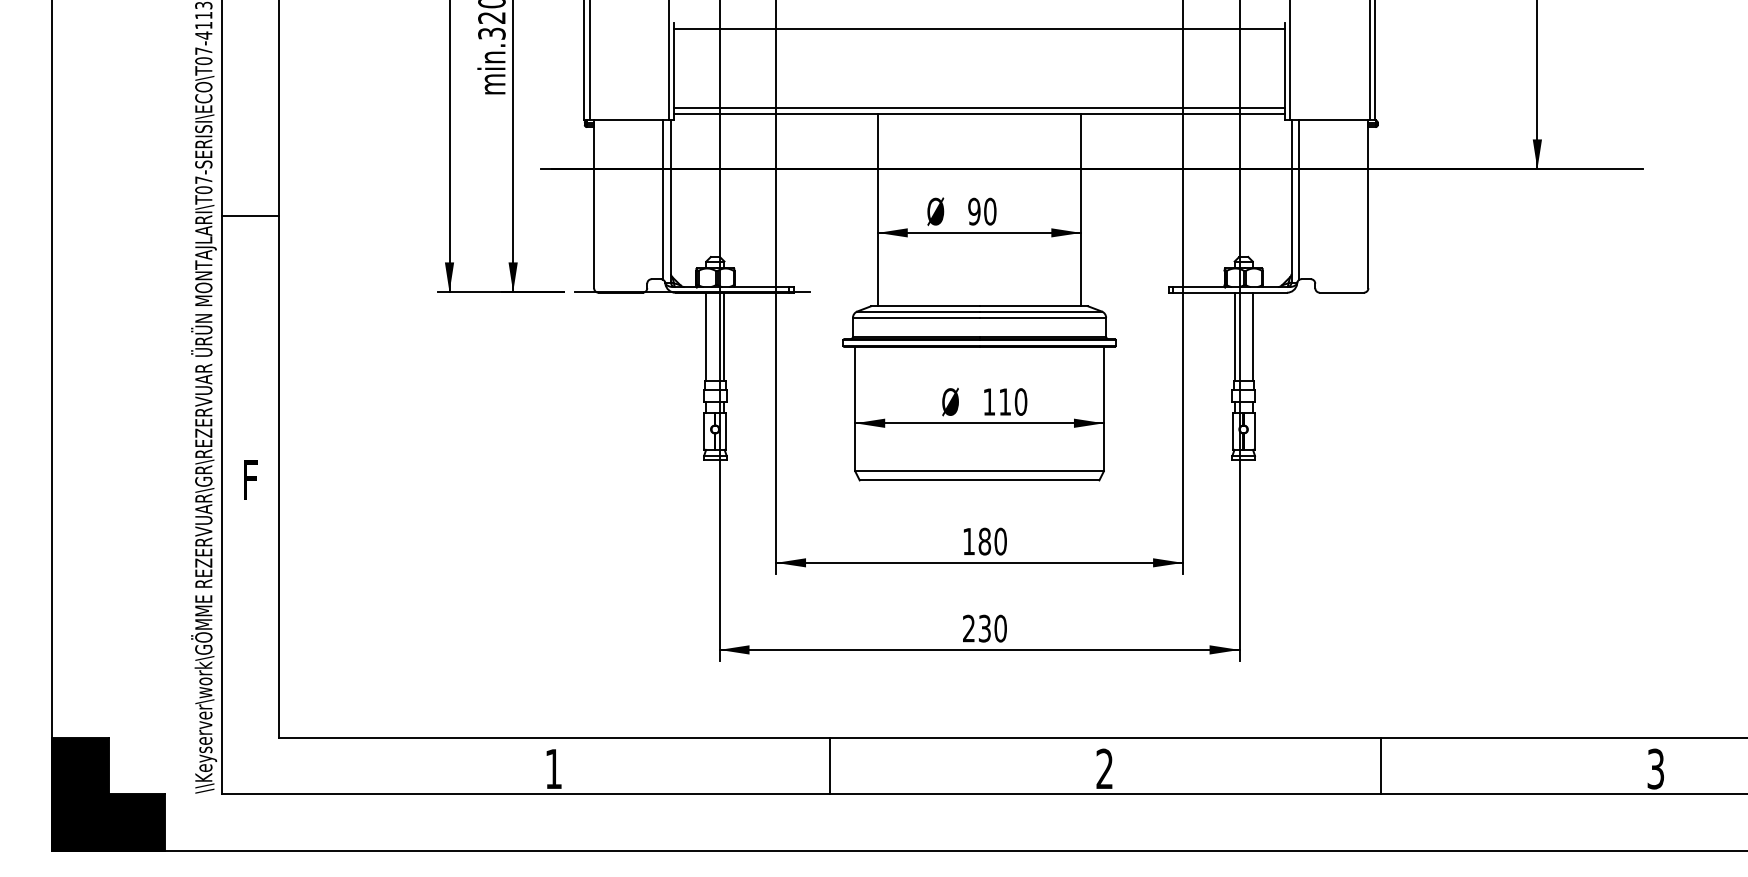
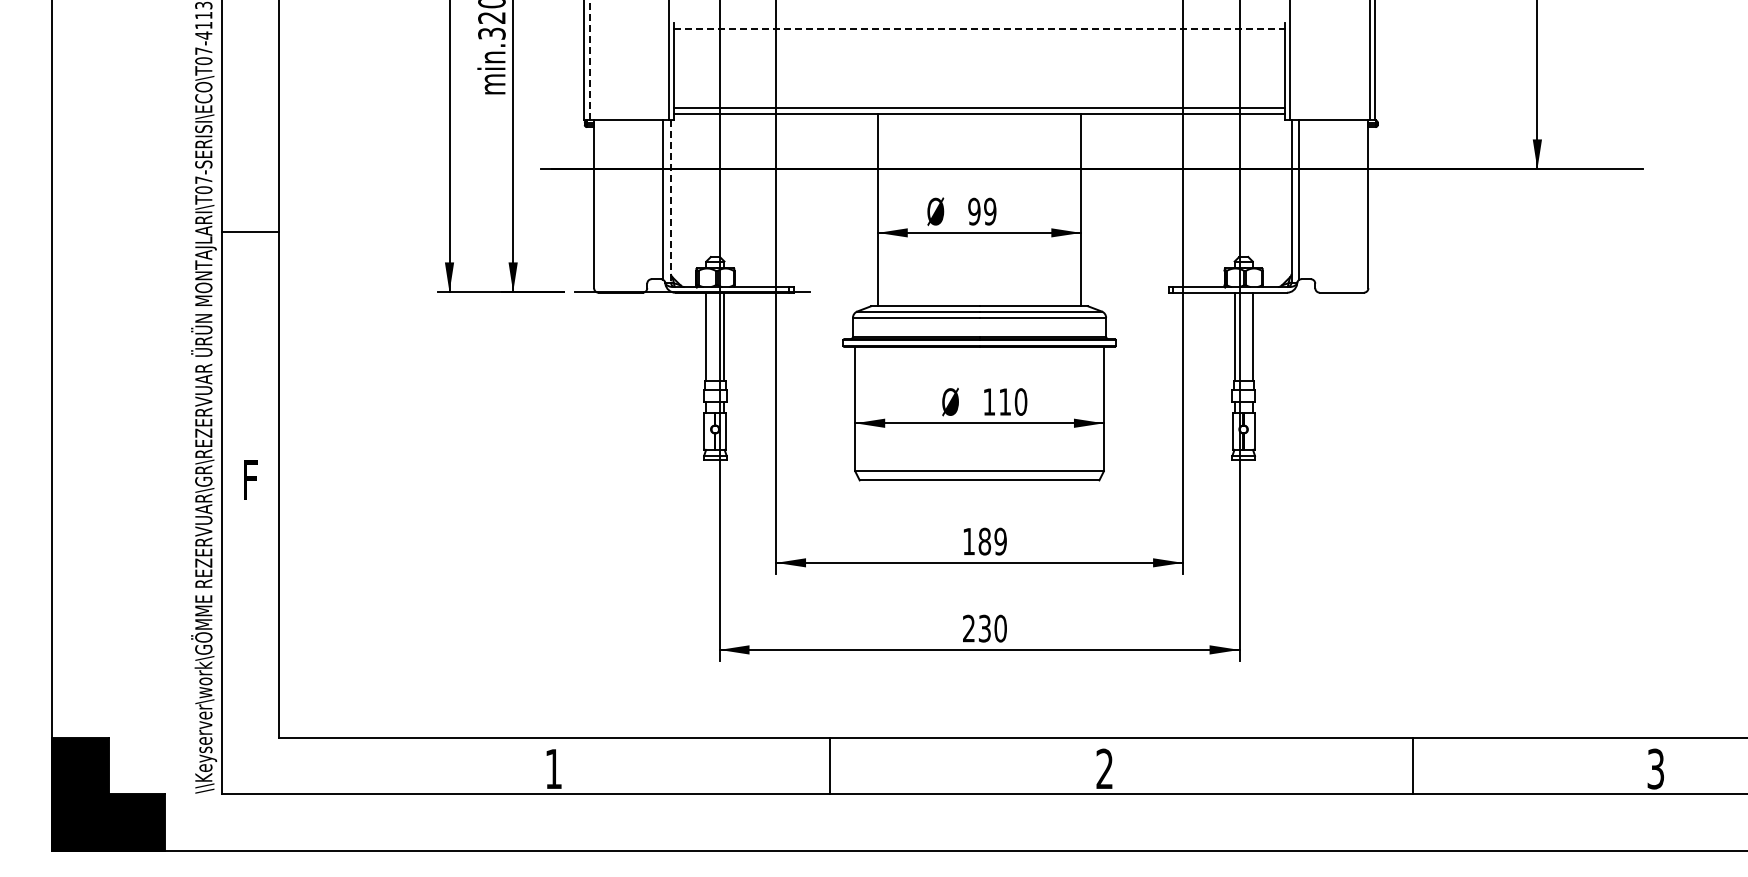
line at (980, 28): solid -> dashed
line at (589, 60): solid -> dashed
line at (670, 202): solid -> dashed
text at (990, 211): 90 -> 99
line at (249, 216) position: (249, 216) -> (249, 232)
text at (1000, 541): 180 -> 189
line at (1380, 765) position: (1380, 765) -> (1412, 765)
